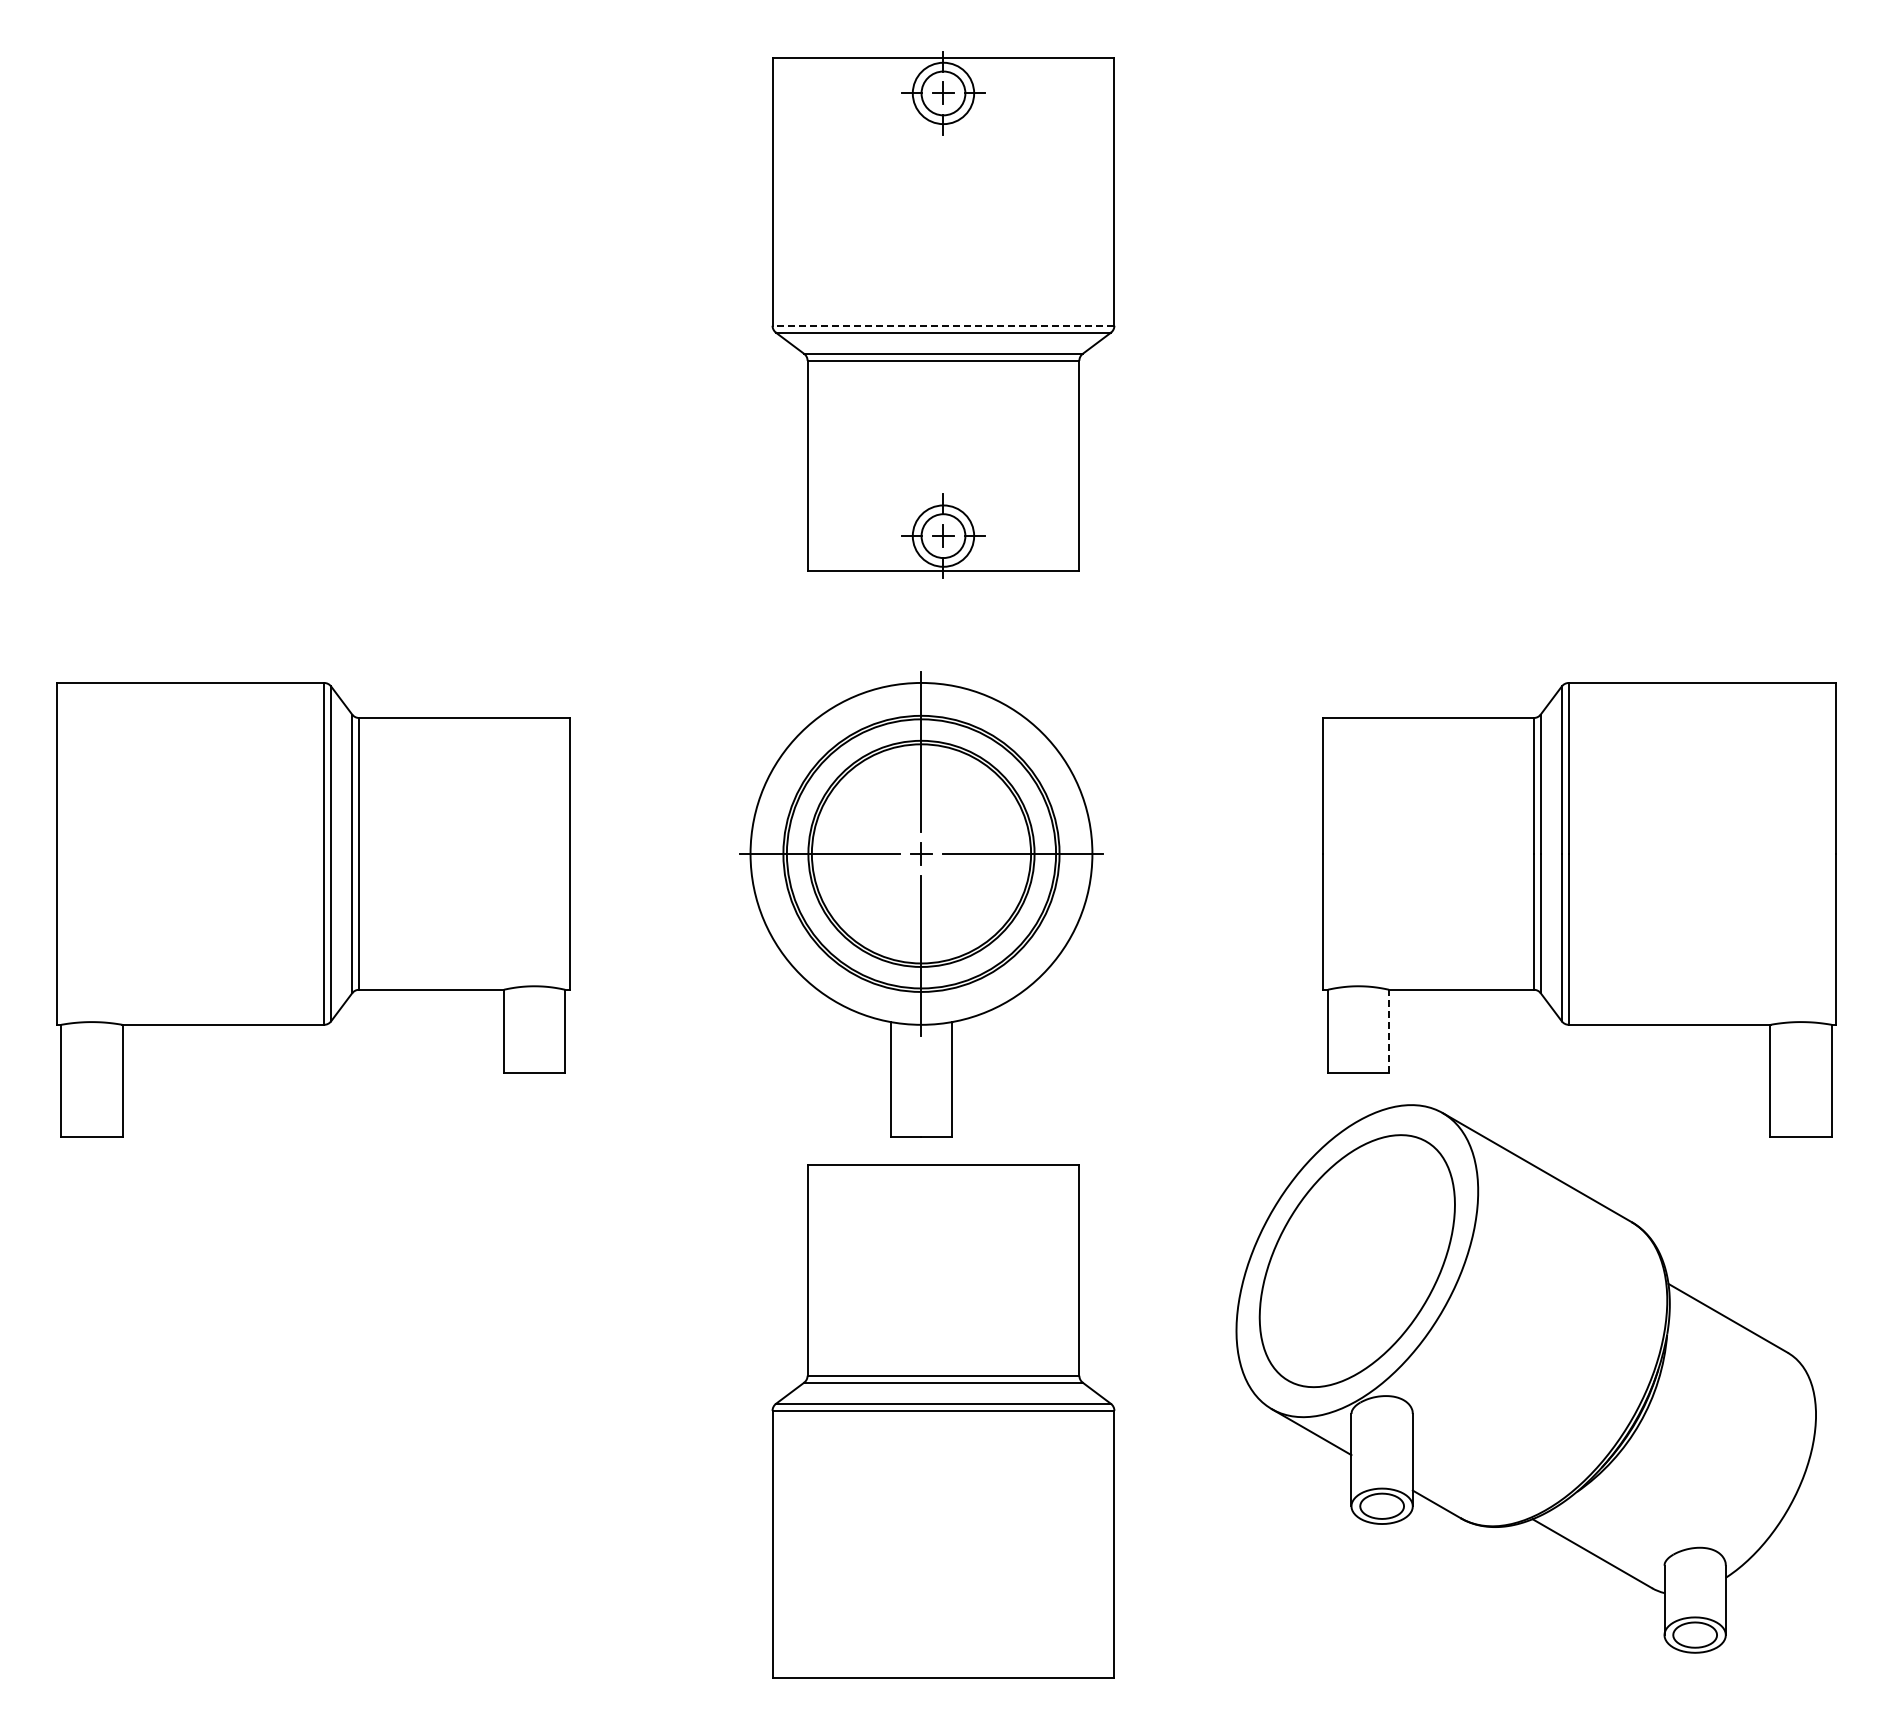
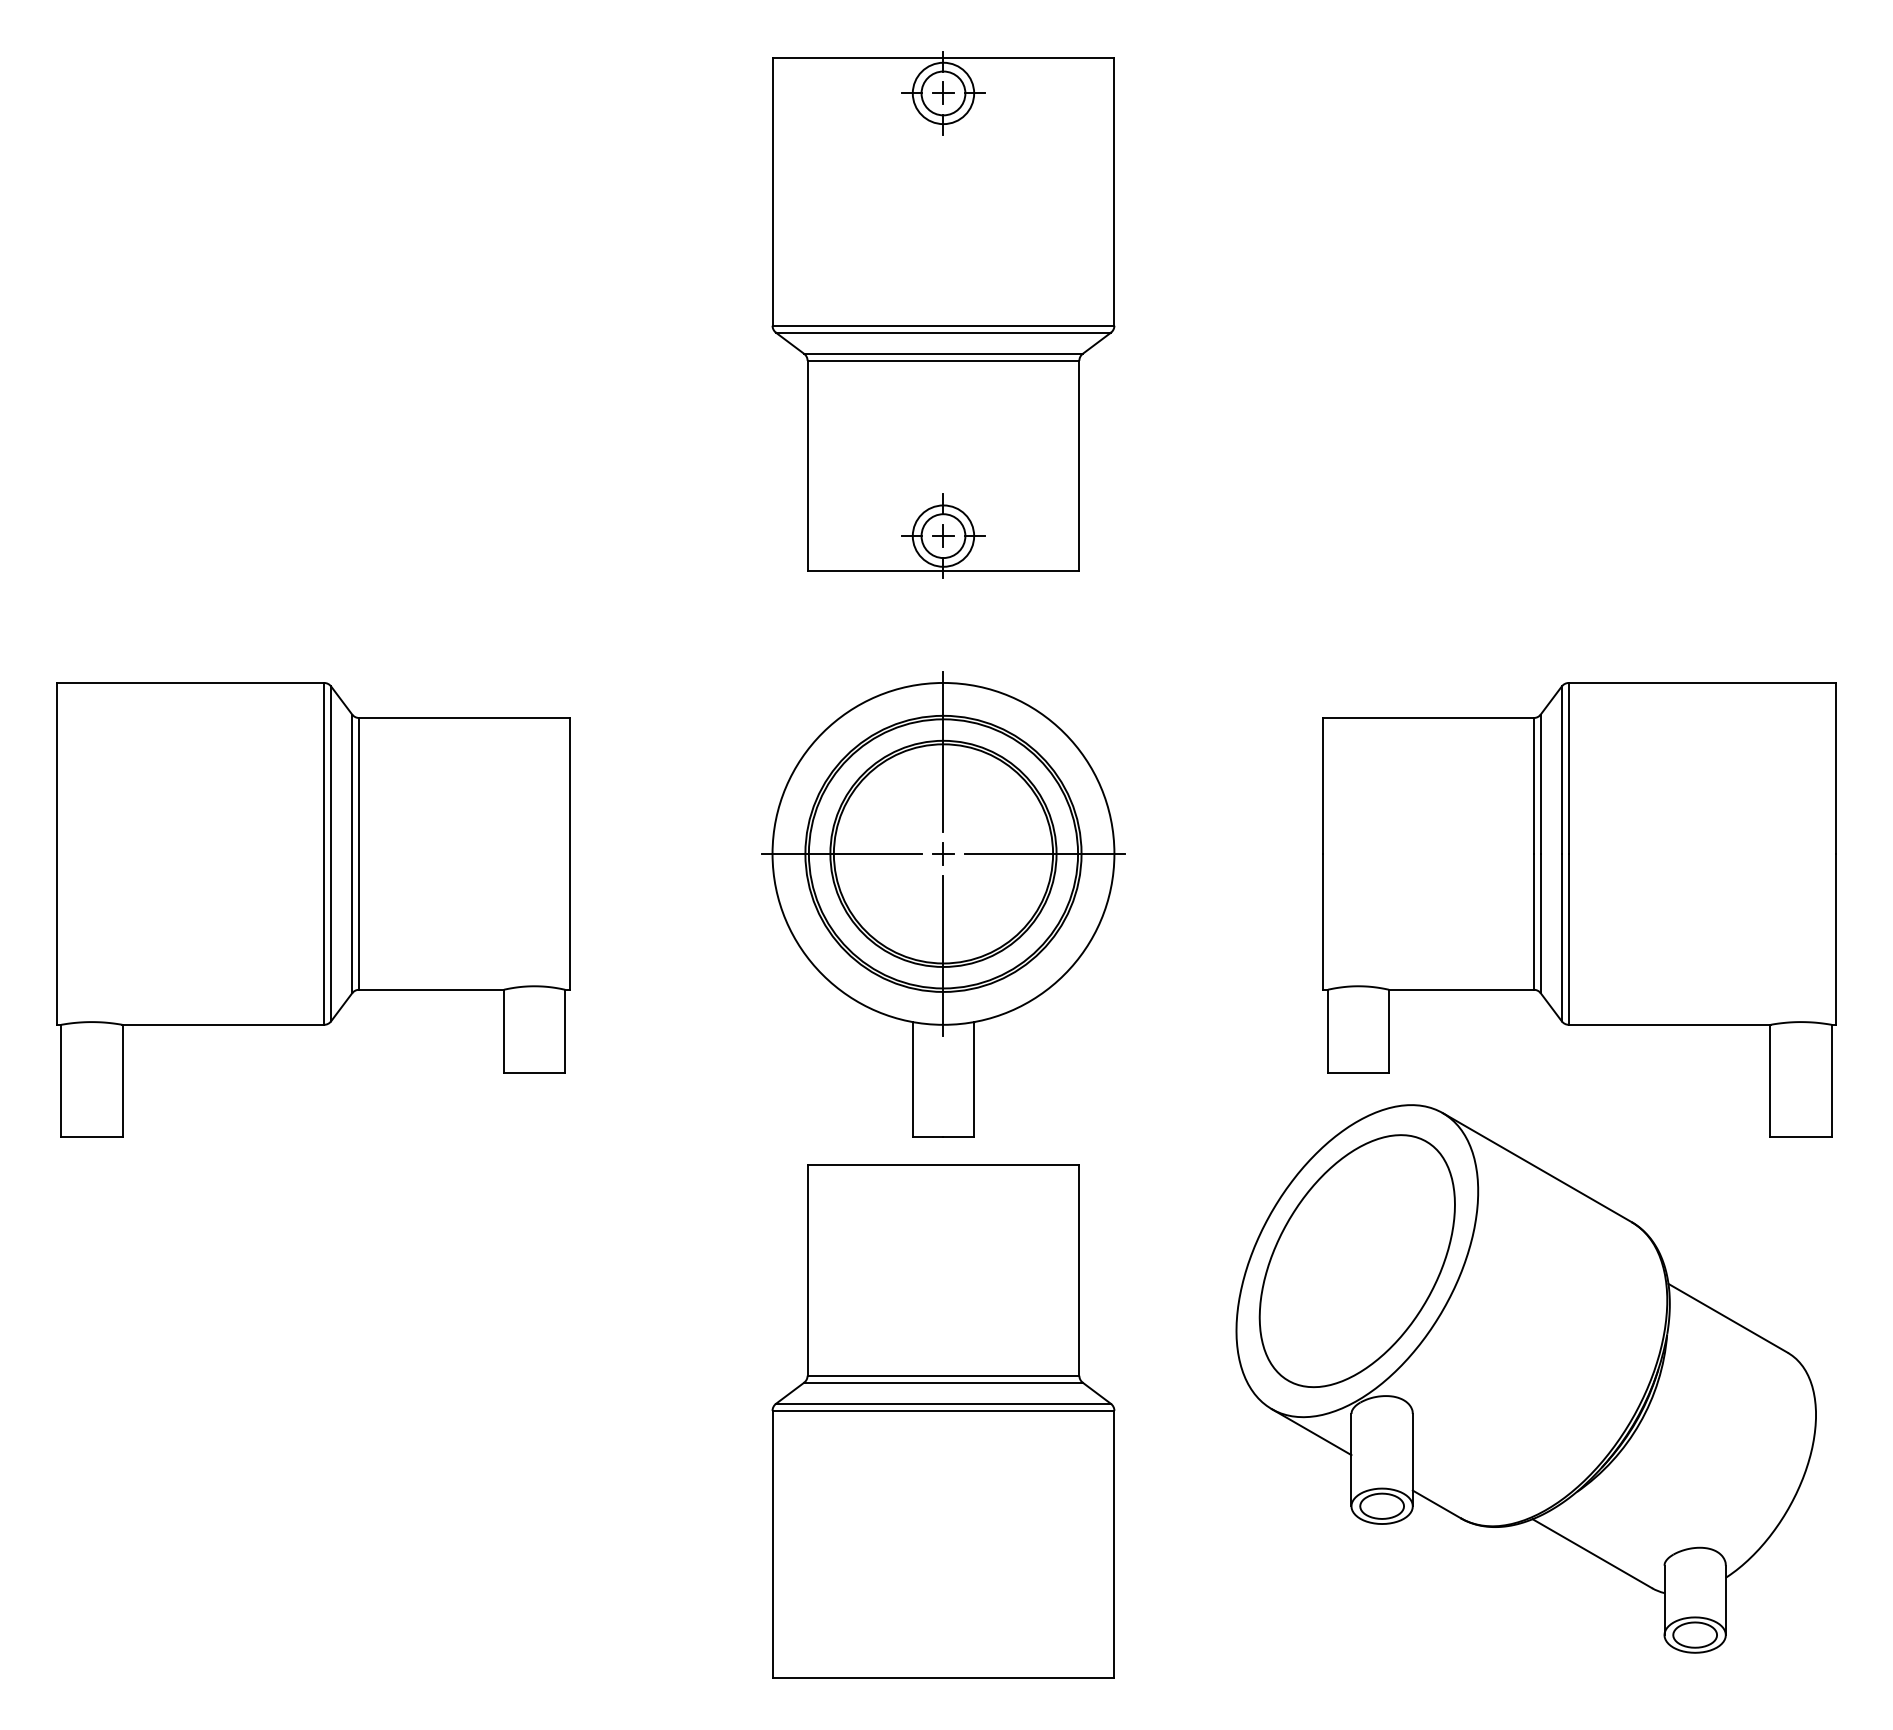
line at (943, 325): dashed -> solid
part at (921, 904) position: (921, 904) -> (943, 904)
line at (1389, 1031): dashed -> solid
